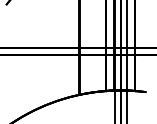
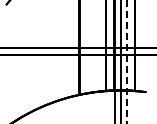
line at (126, 62): solid -> dashed
